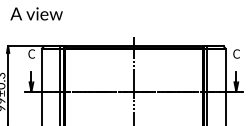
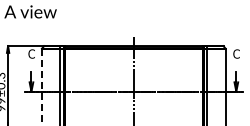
text at (36, 13) position: (36, 13) -> (30, 11)
line at (41, 87): solid -> dashed
